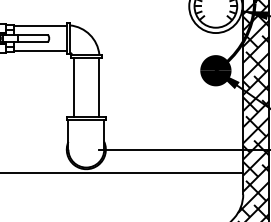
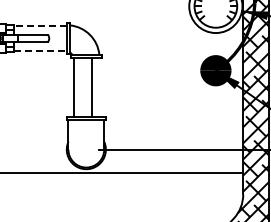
line at (40, 26): solid -> dashed
line at (40, 50): solid -> dashed
line at (98, 87) position: (98, 87) -> (91, 87)
